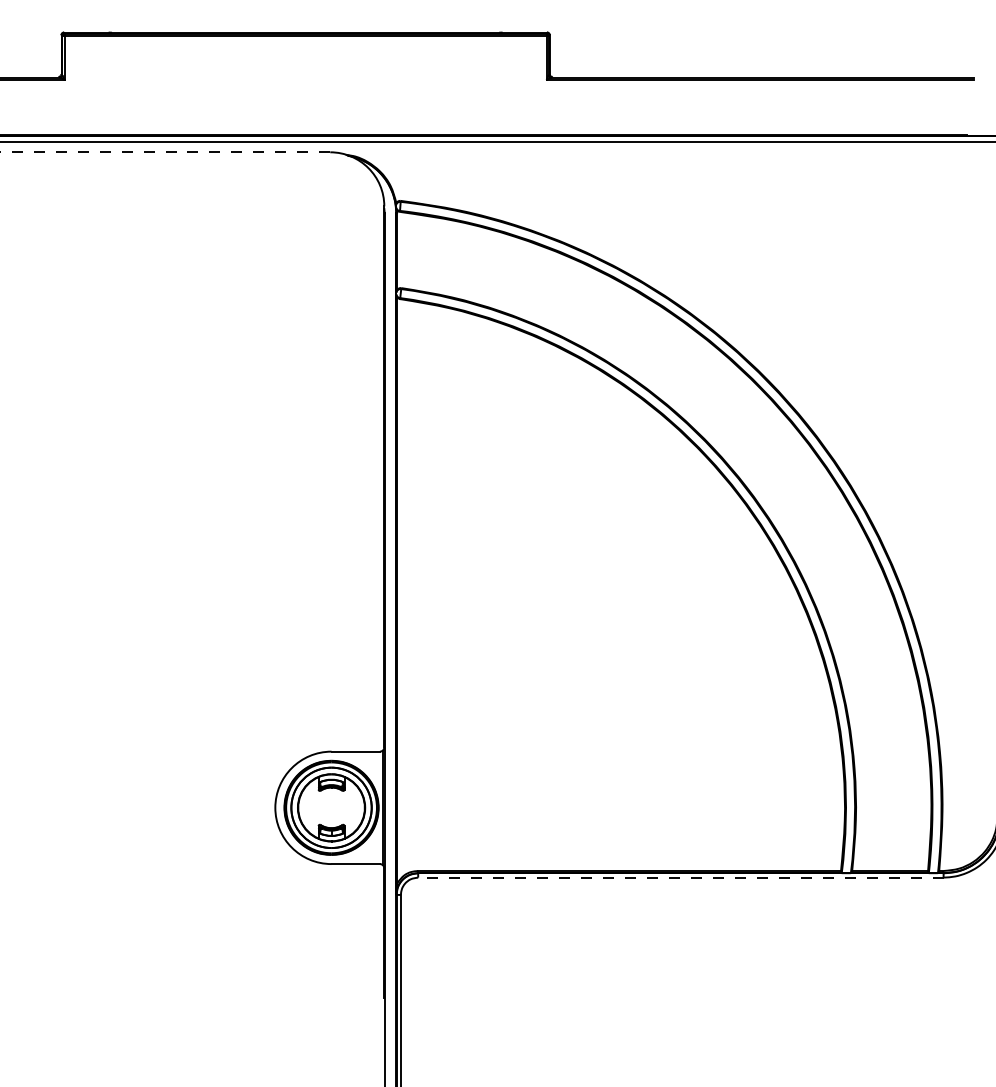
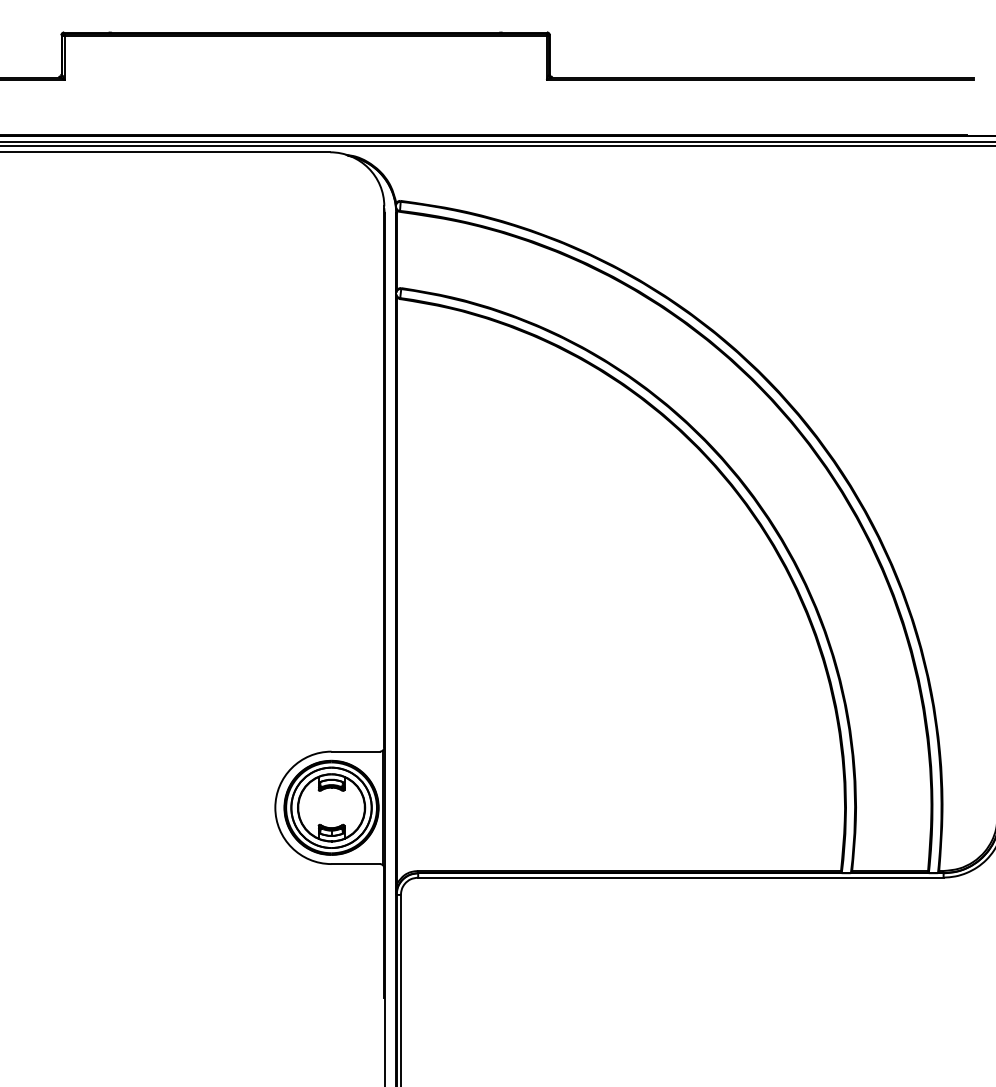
line at (497, 145): none -> present
line at (165, 152): dashed -> solid
line at (680, 877): dashed -> solid
